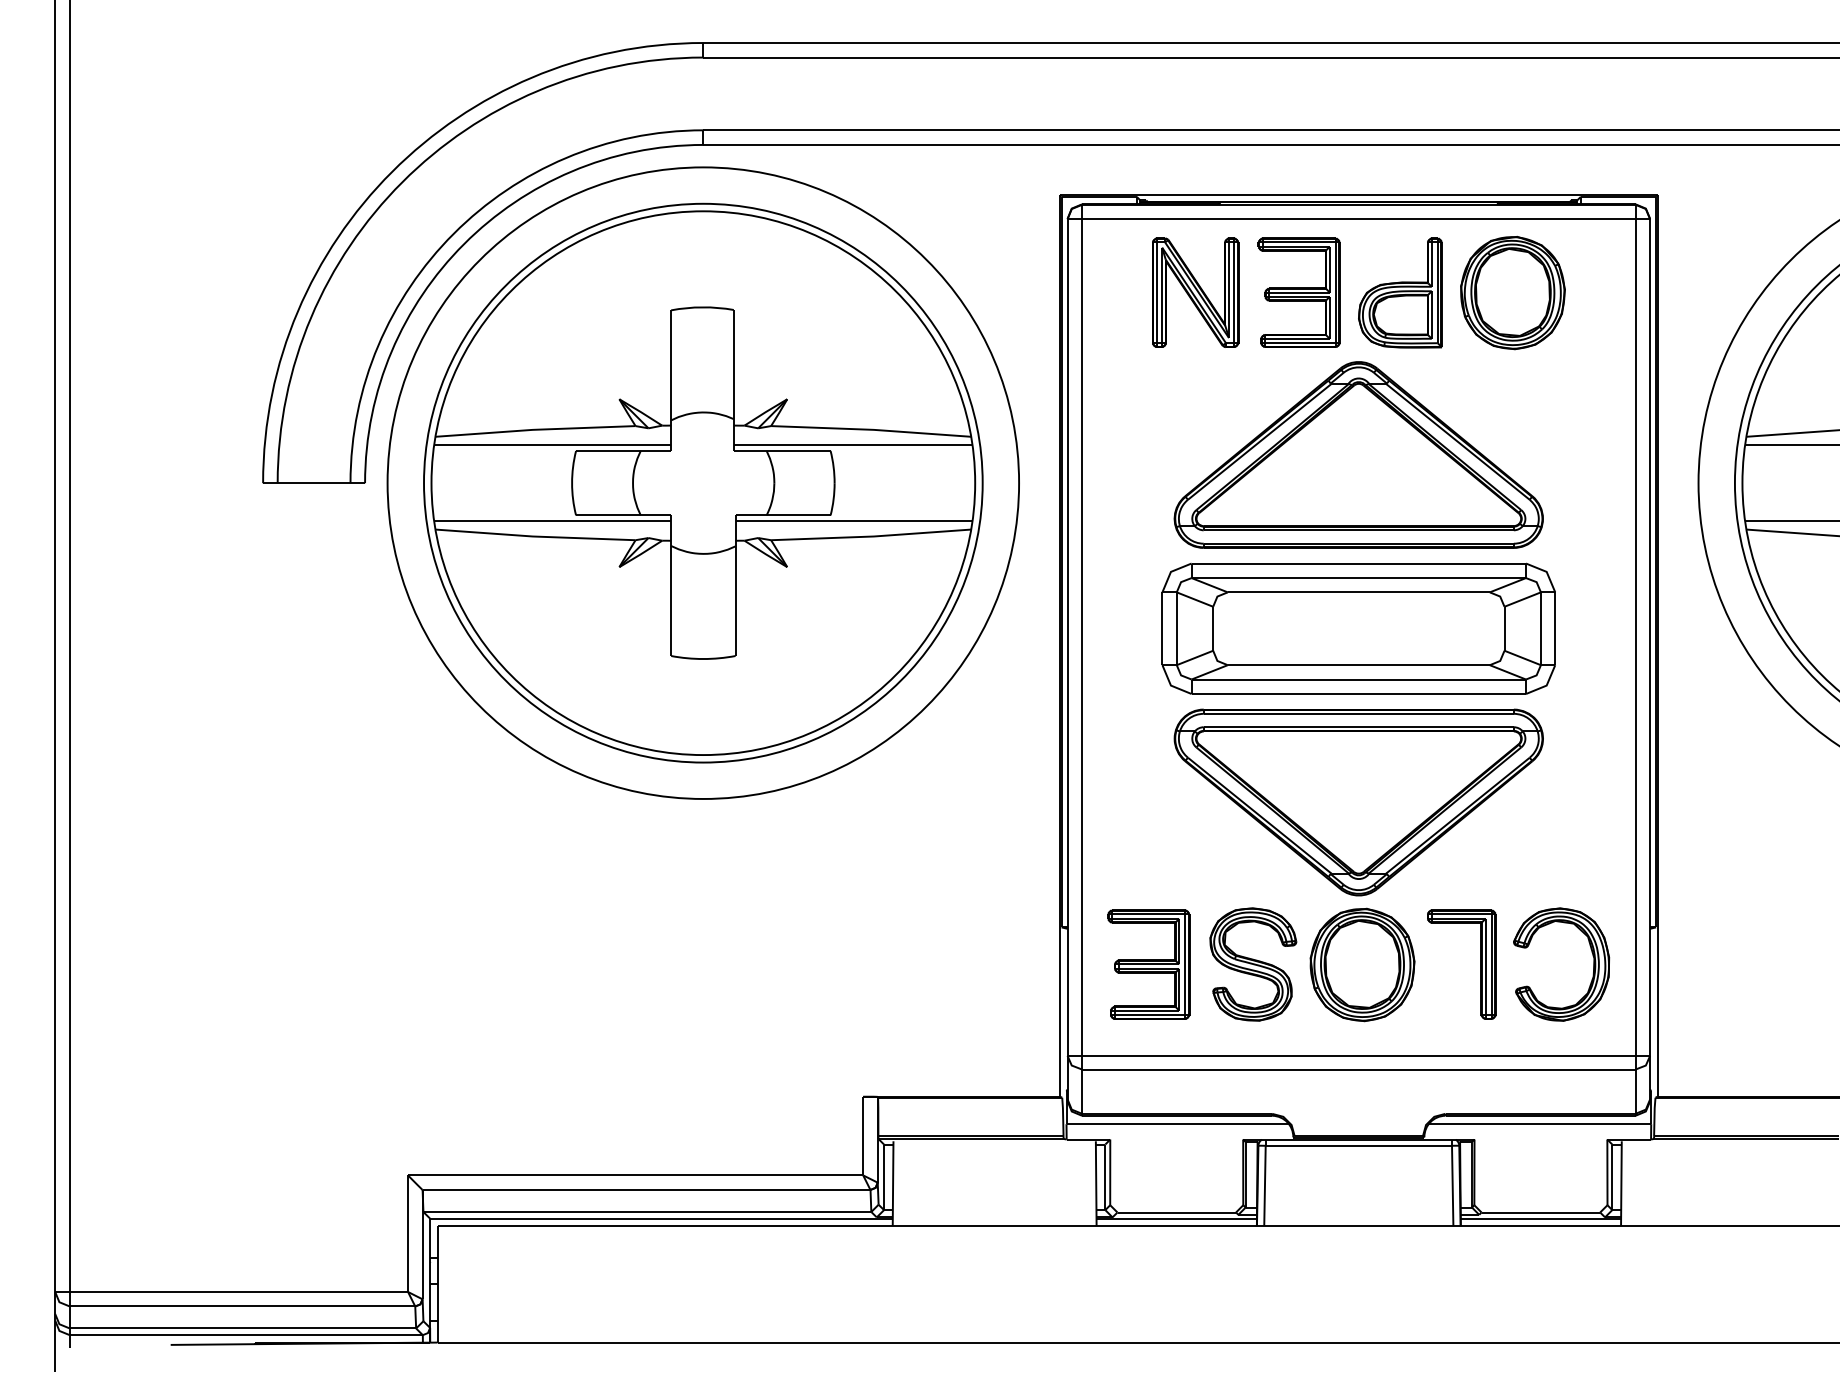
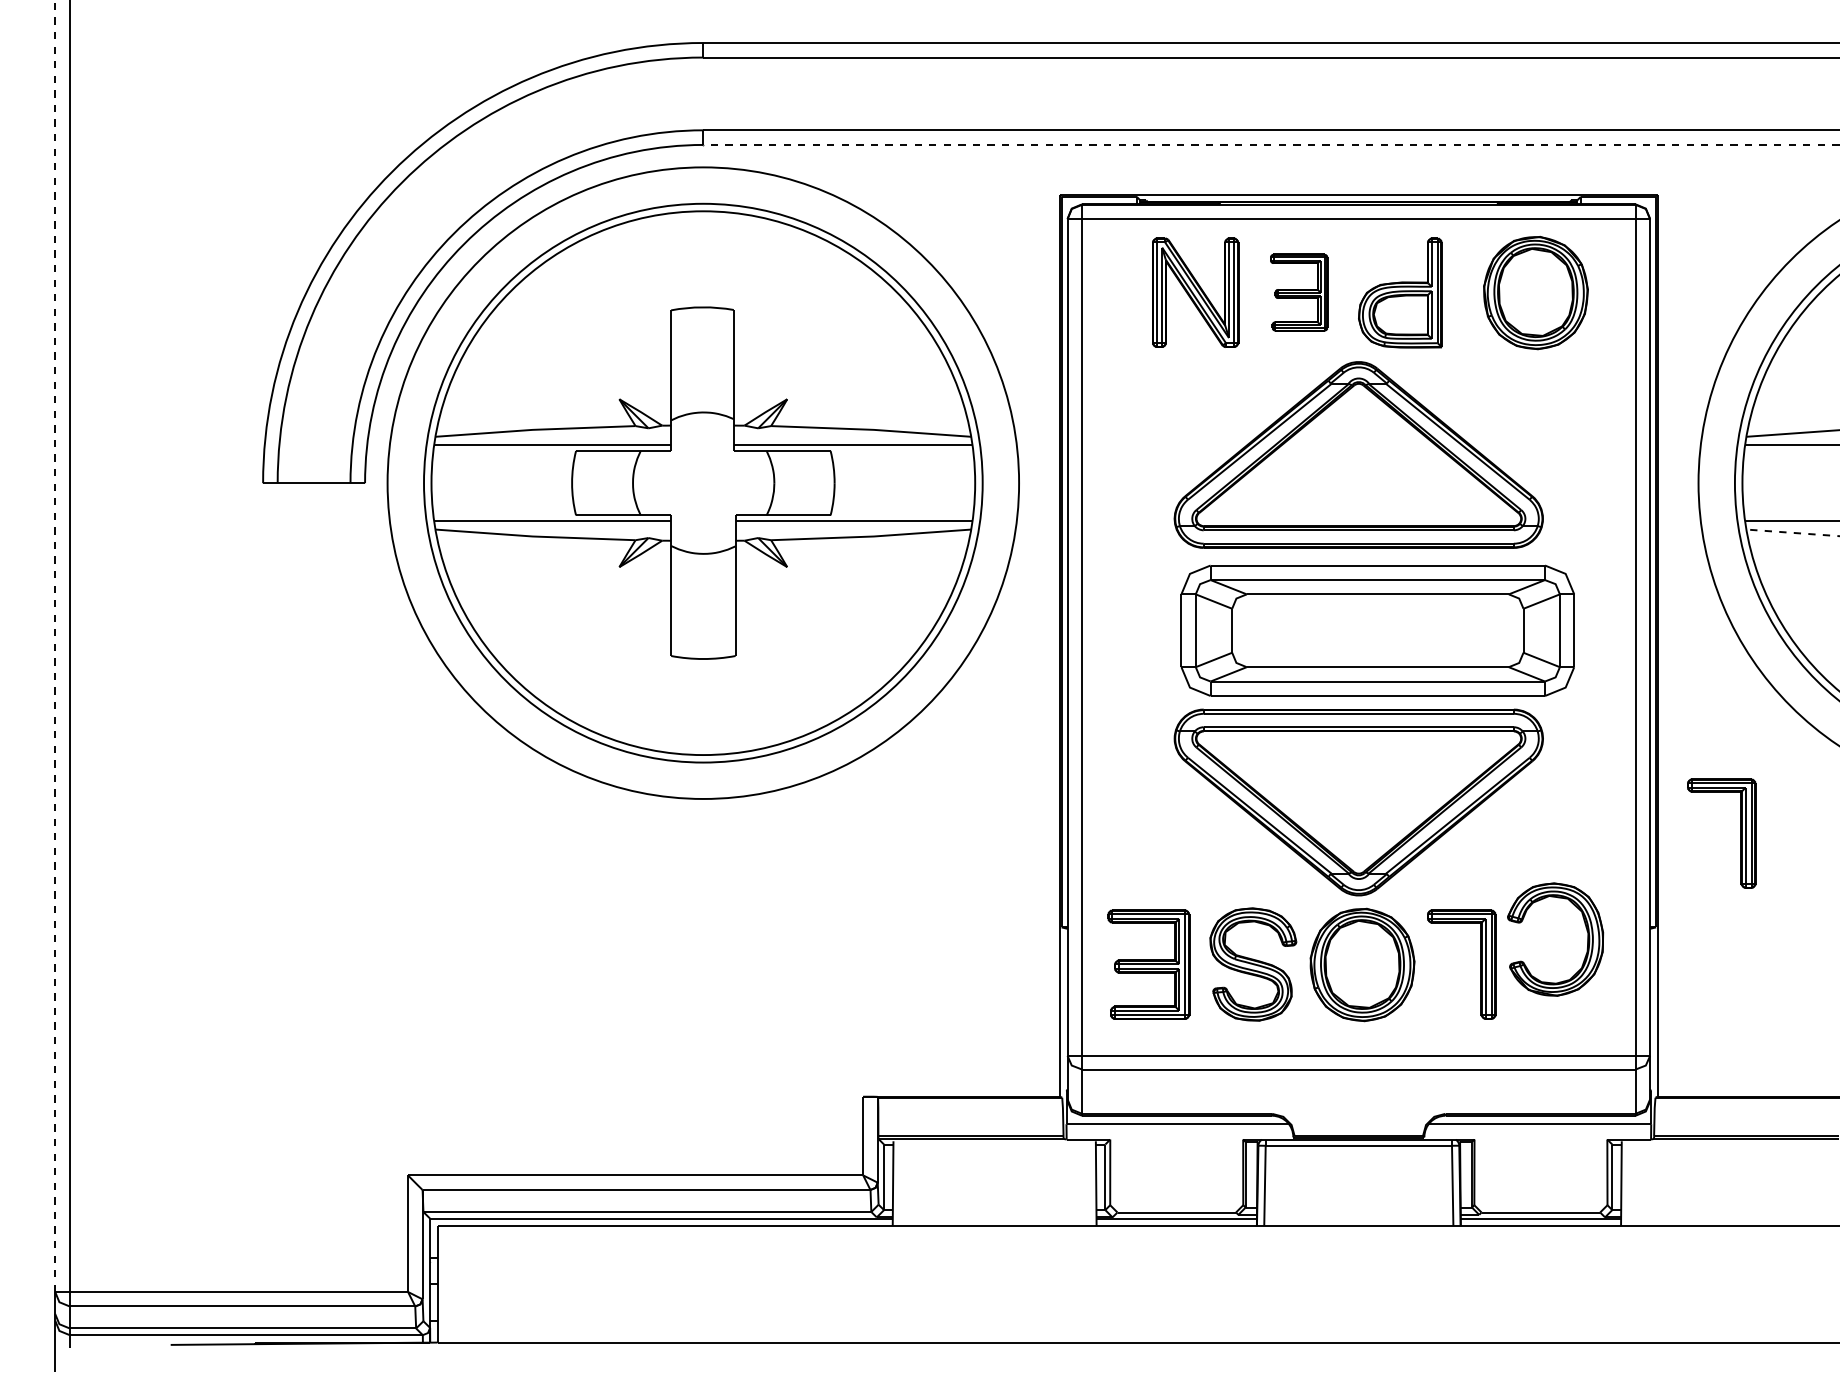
line at (1271, 144): solid -> dashed
part at (1298, 292) size: 84x111 px -> 59x79 px
part at (1512, 293) position: (1512, 293) -> (1535, 293)
line at (1793, 532): solid -> dashed
part at (1358, 628) position: (1358, 628) -> (1377, 630)
line at (55, 646): solid -> dashed
part at (1740, 833): none -> present
part at (1593, 964) position: (1593, 964) -> (1587, 939)
